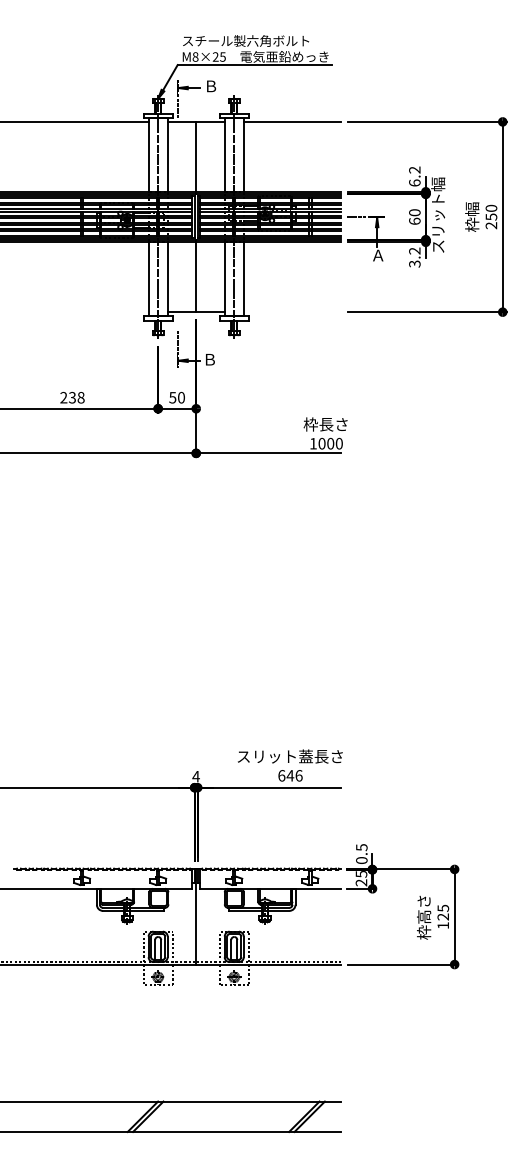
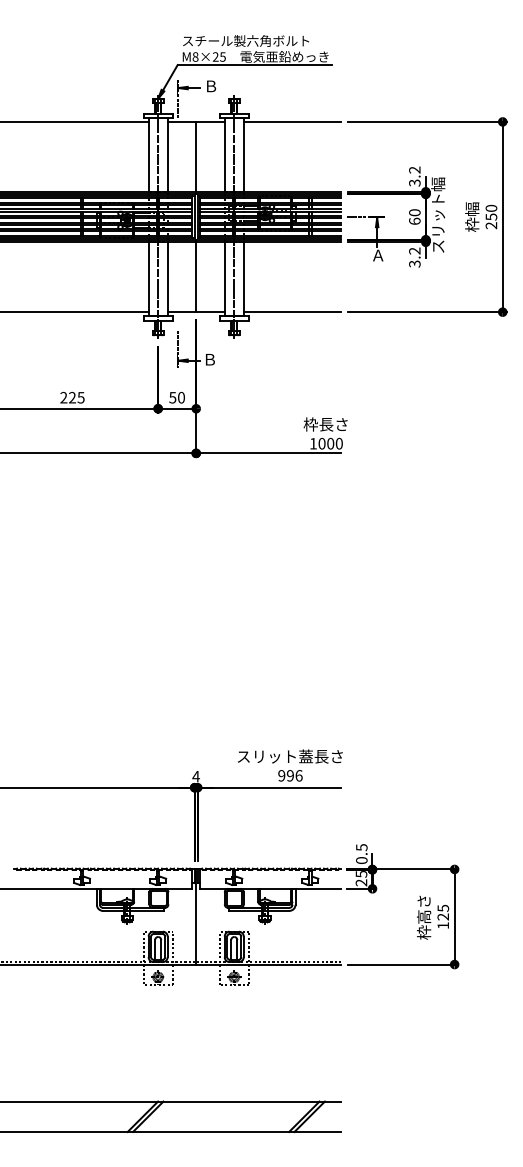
text at (414, 182): 6.2 -> 3.2
line at (75, 312): none -> present
line at (291, 312): none -> present
text at (76, 397): 238 -> 225
text at (286, 775): 646 -> 996
